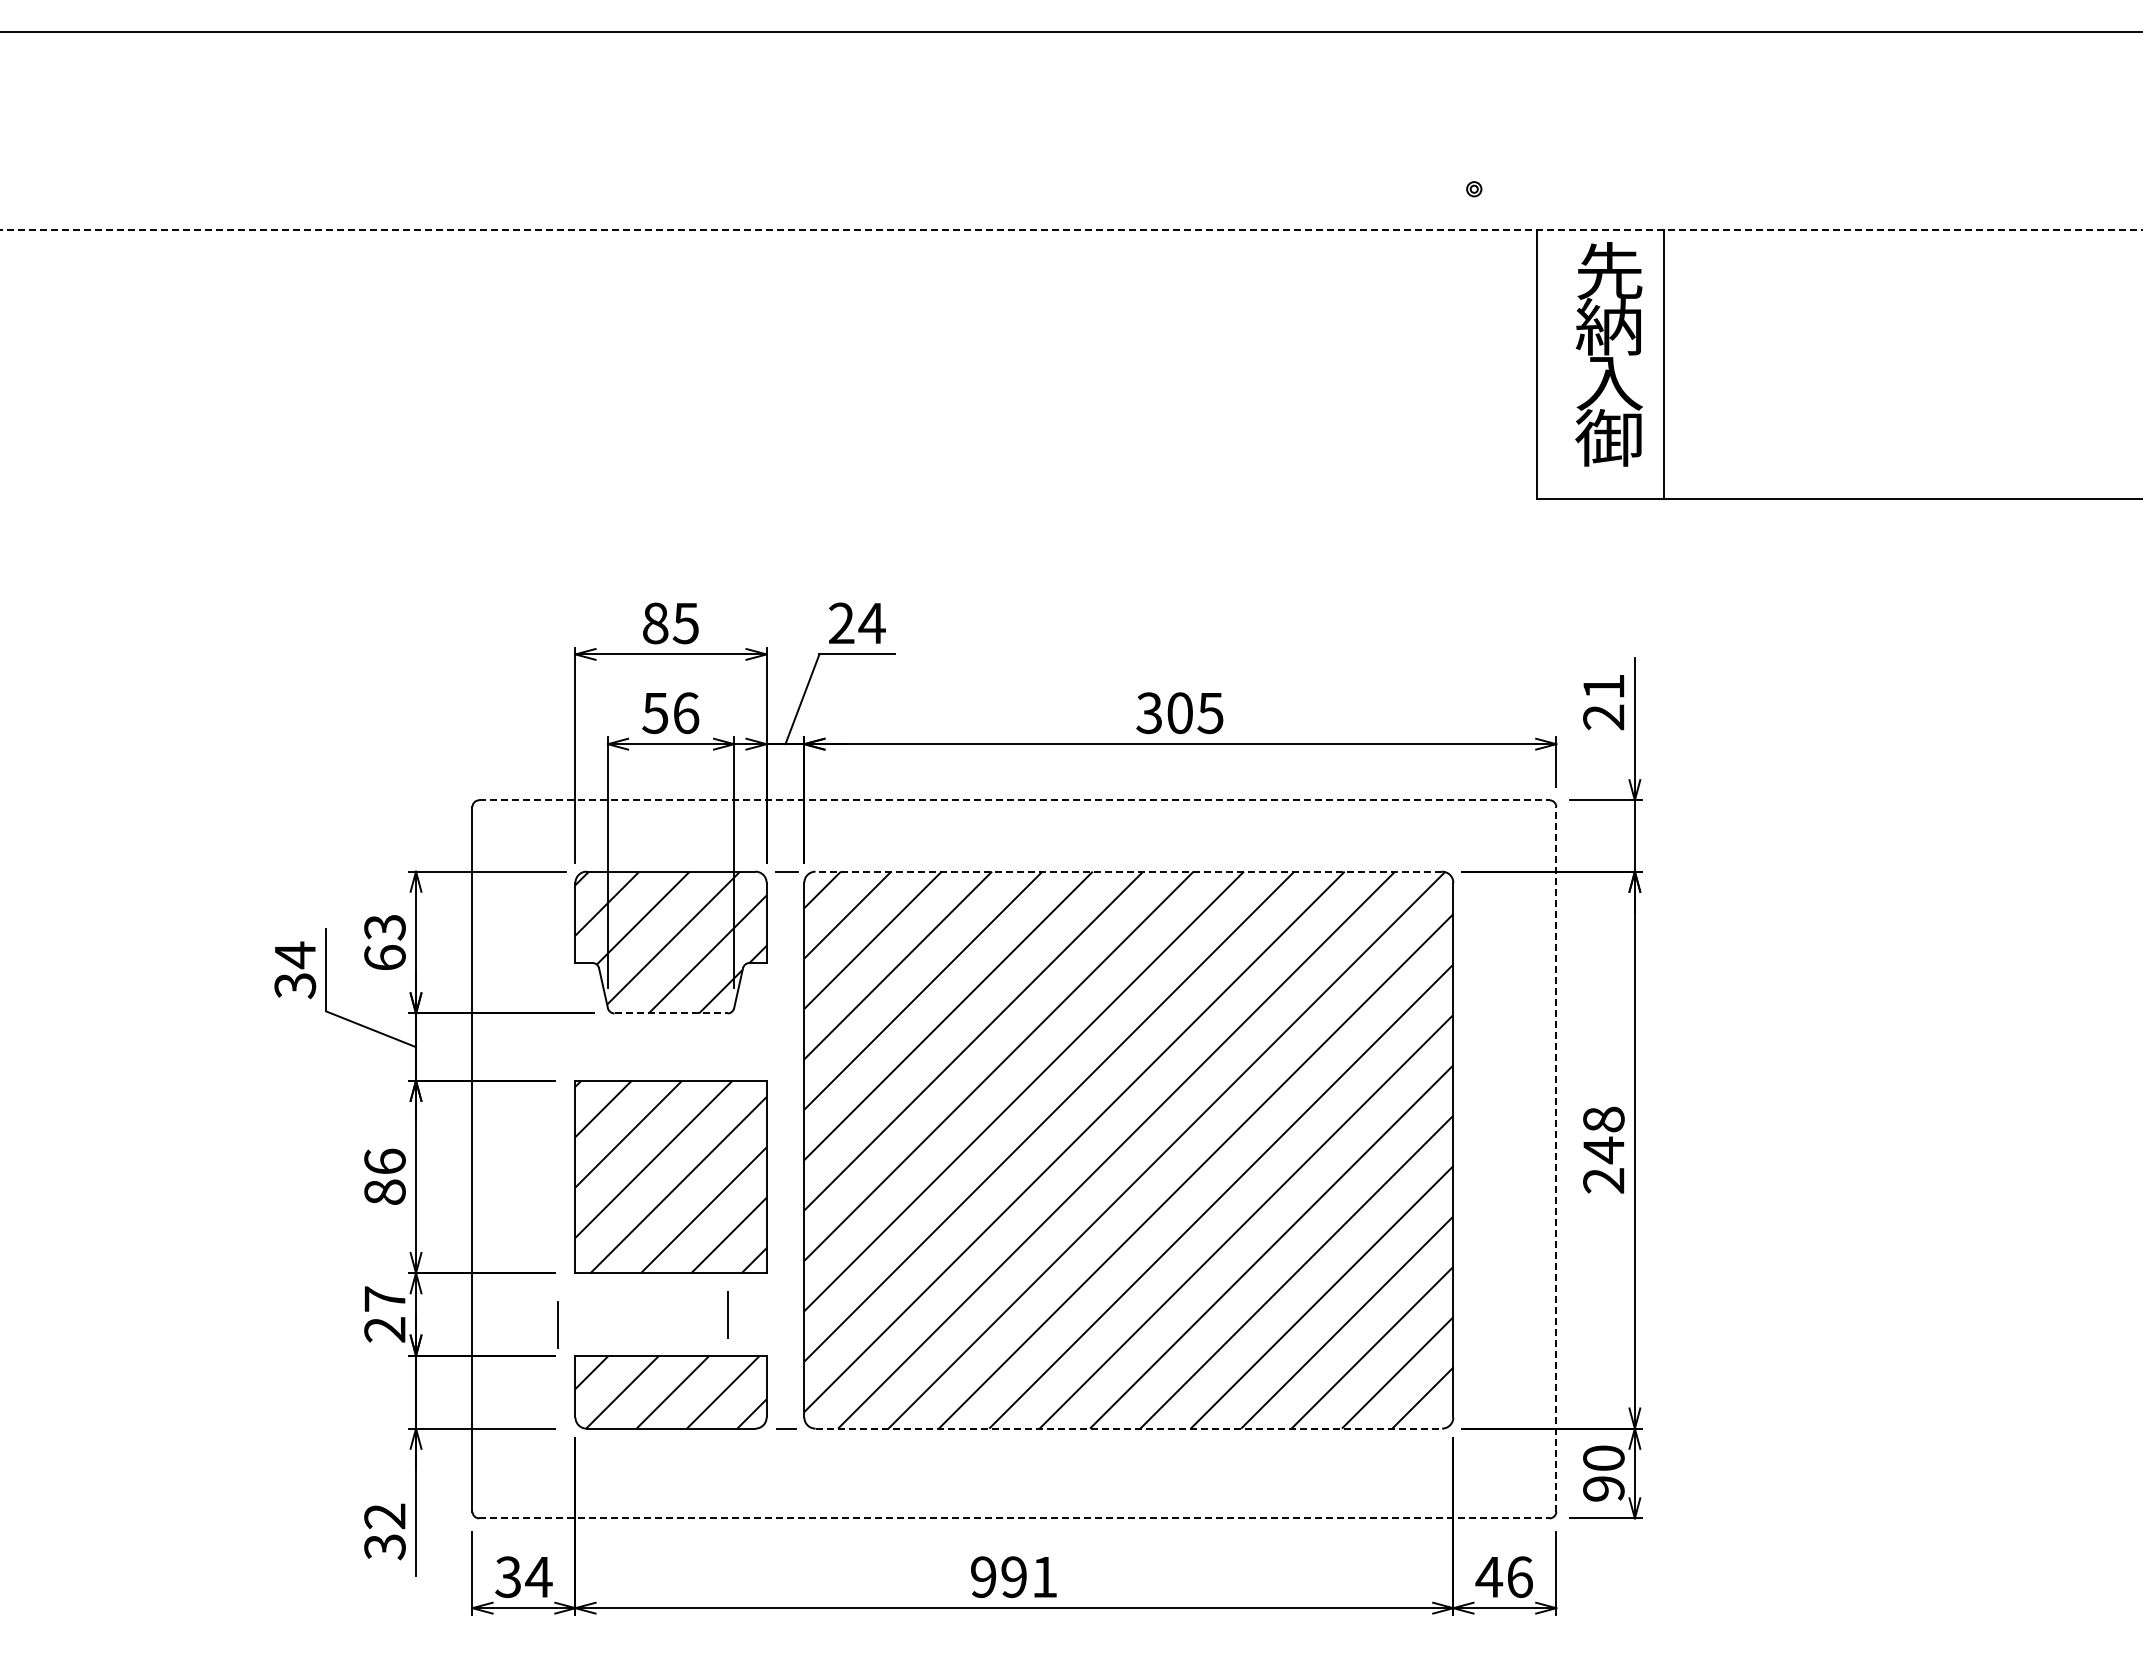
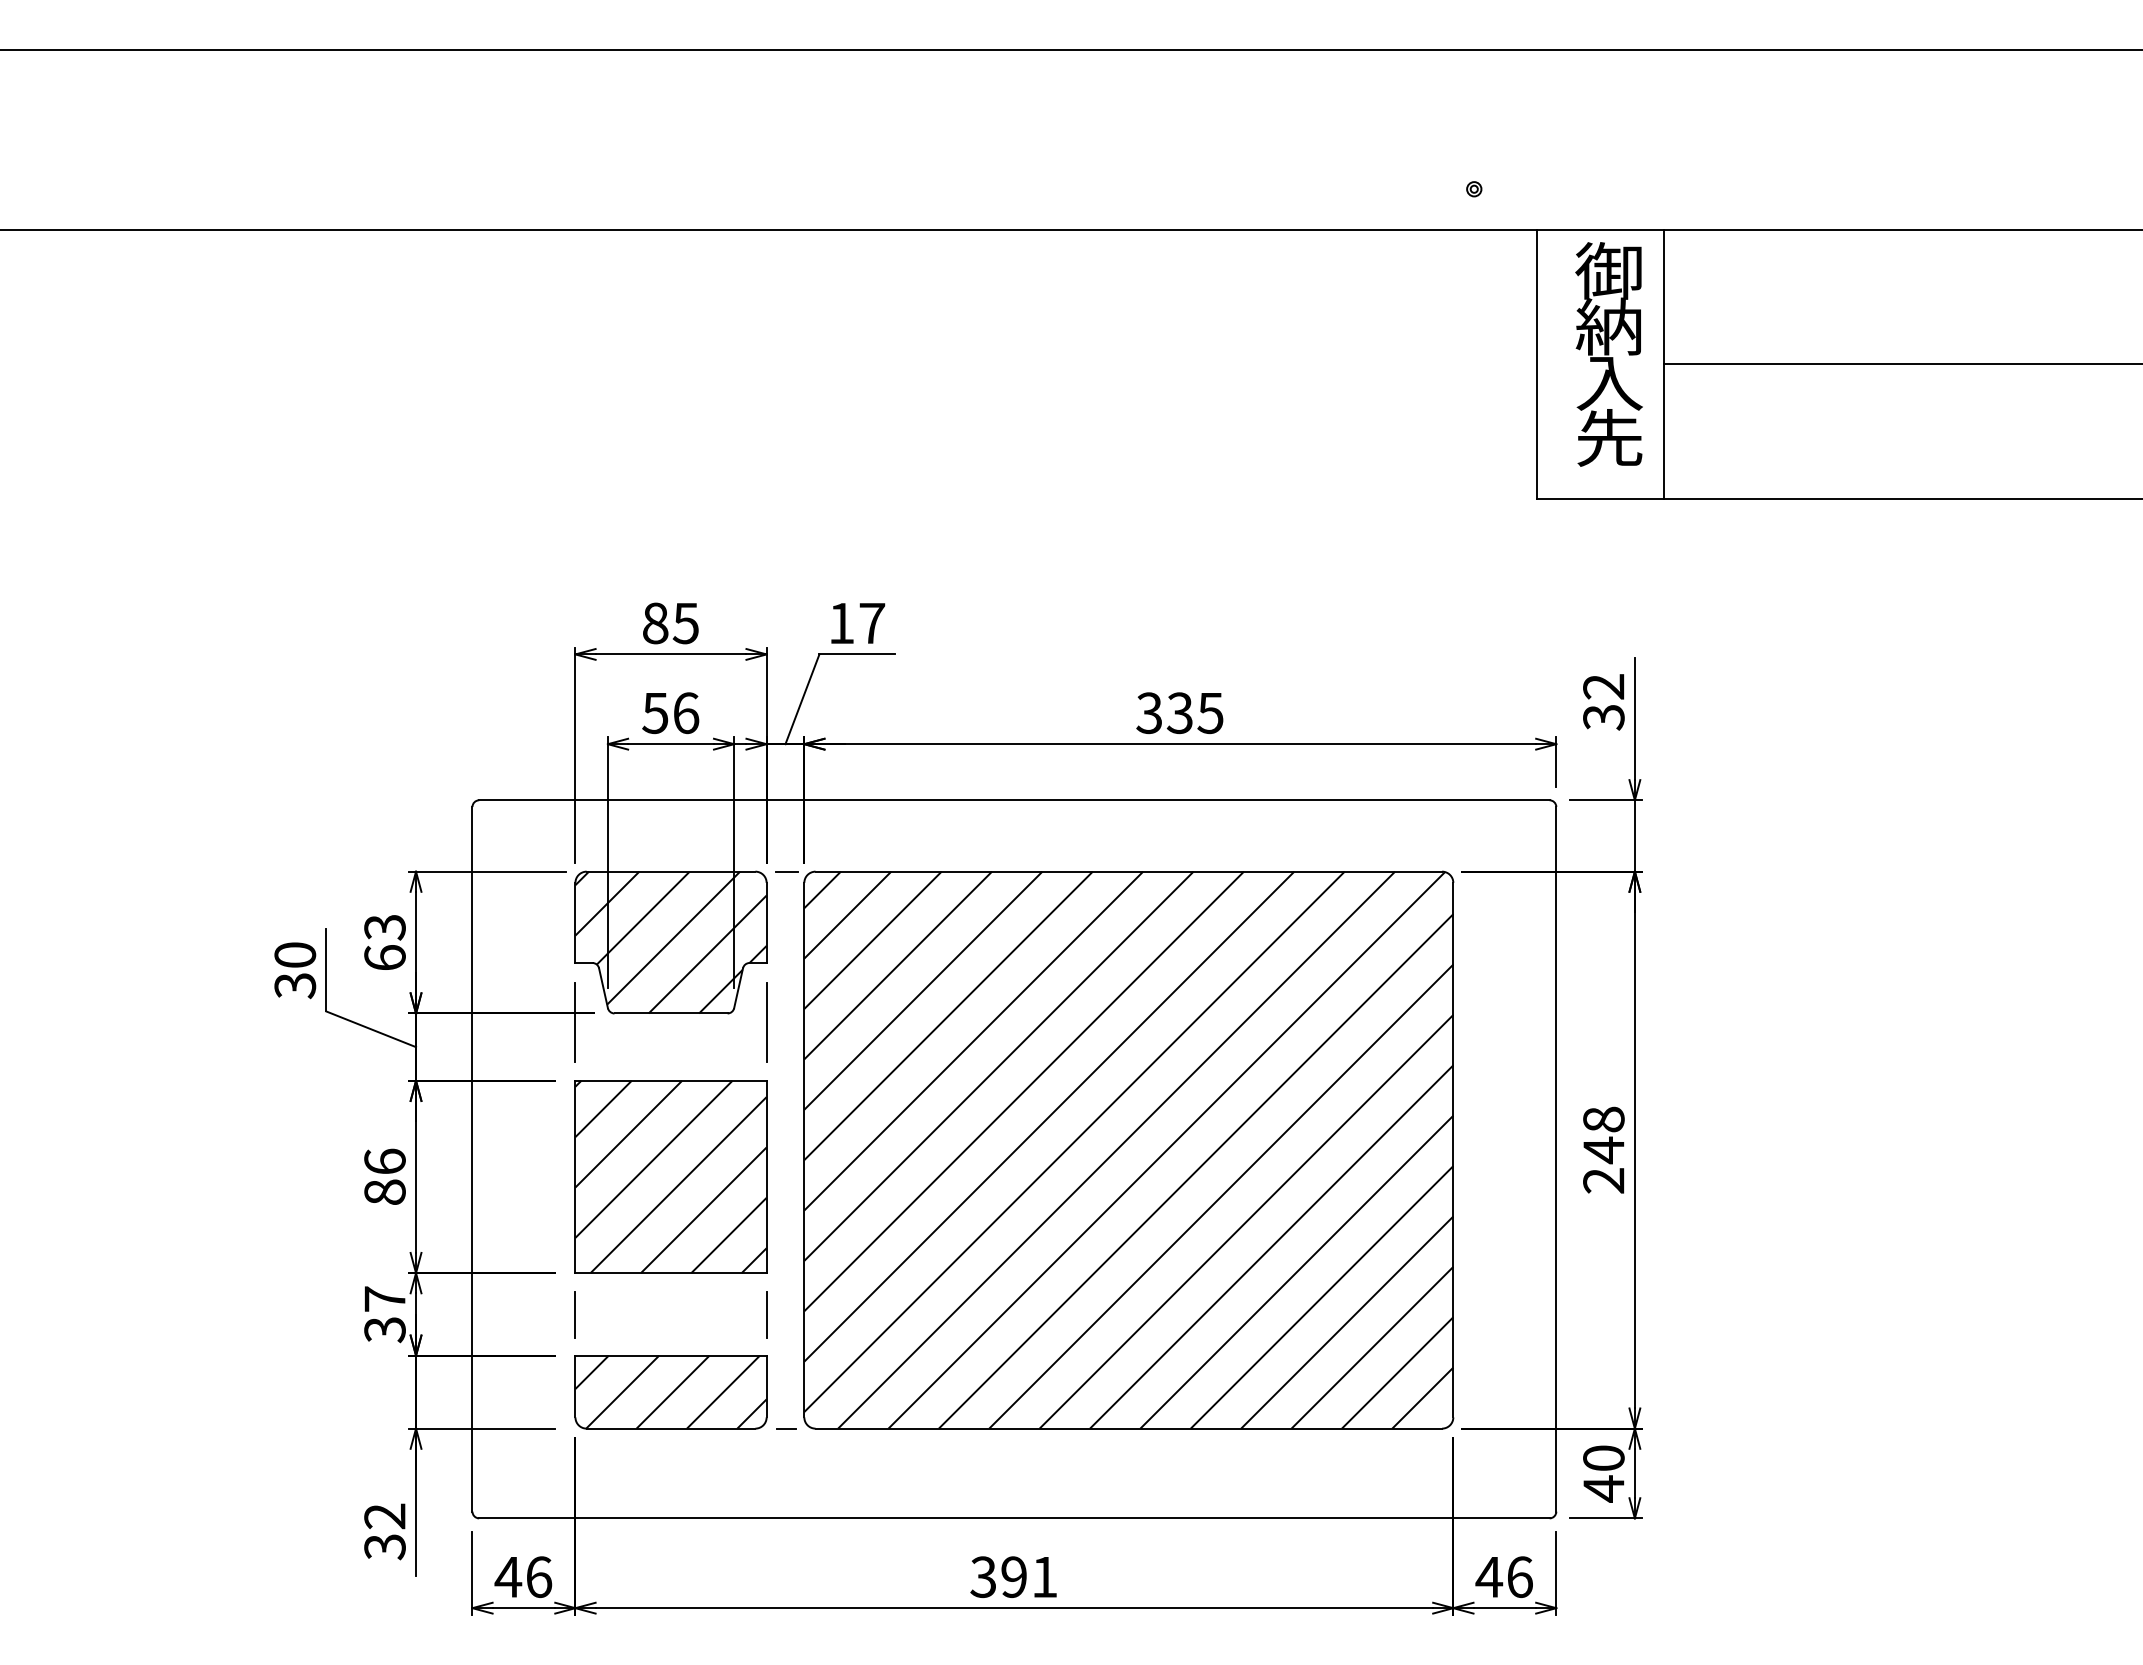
line at (1070, 32) position: (1070, 32) -> (1070, 50)
line at (1070, 229): dashed -> solid
text at (1608, 270): 先 -> 御
line at (1901, 364): none -> present
text at (1608, 437): 御 -> 先
text at (857, 622): 24 -> 17
text at (1603, 702): 21 -> 32
text at (1179, 712): 305 -> 335
line at (1014, 800): dashed -> solid
line at (1128, 871): dashed -> solid
text at (295, 955): 34 -> 30
line at (671, 1013): dashed -> solid
line at (575, 1022): none -> present
line at (766, 1022): none -> present
line at (1556, 1158): dashed -> solid
line at (727, 1314) position: (727, 1314) -> (766, 1314)
line at (557, 1324) position: (557, 1324) -> (574, 1314)
text at (384, 1330): 27 -> 37
line at (1129, 1428): dashed -> solid
text at (1603, 1488): 90 -> 40
line at (1014, 1518): dashed -> solid
text at (523, 1577): 34 -> 46
text at (983, 1577): 991 -> 391
